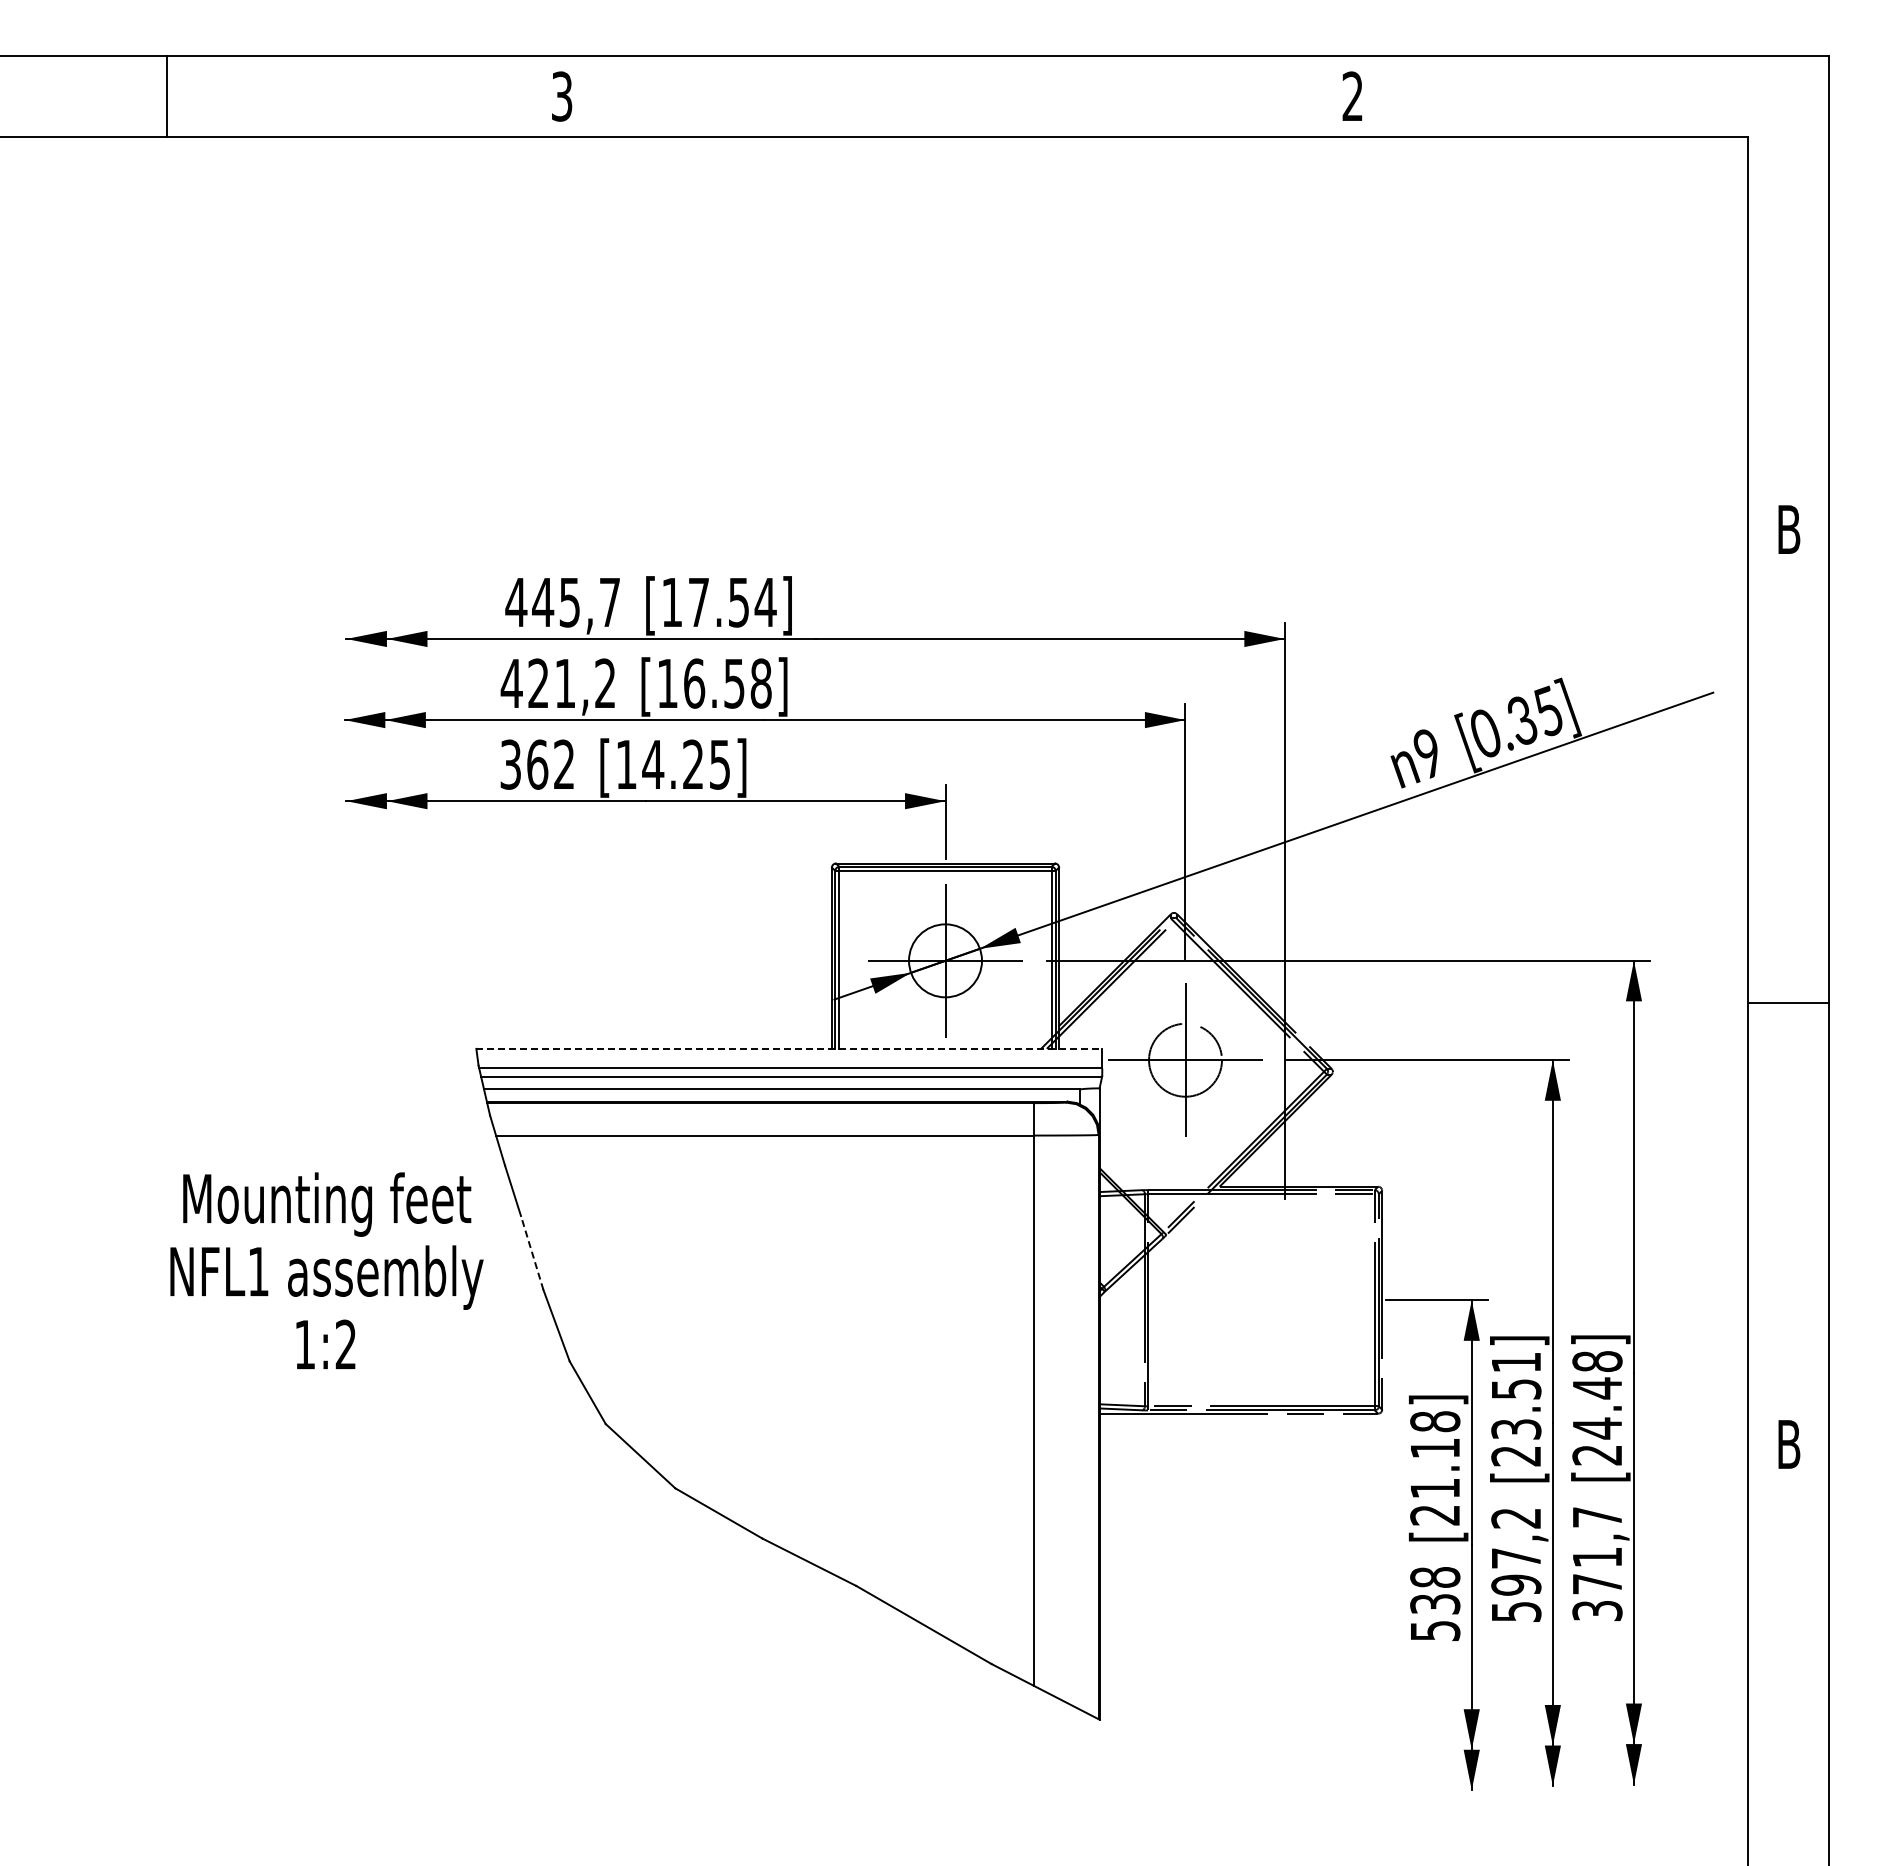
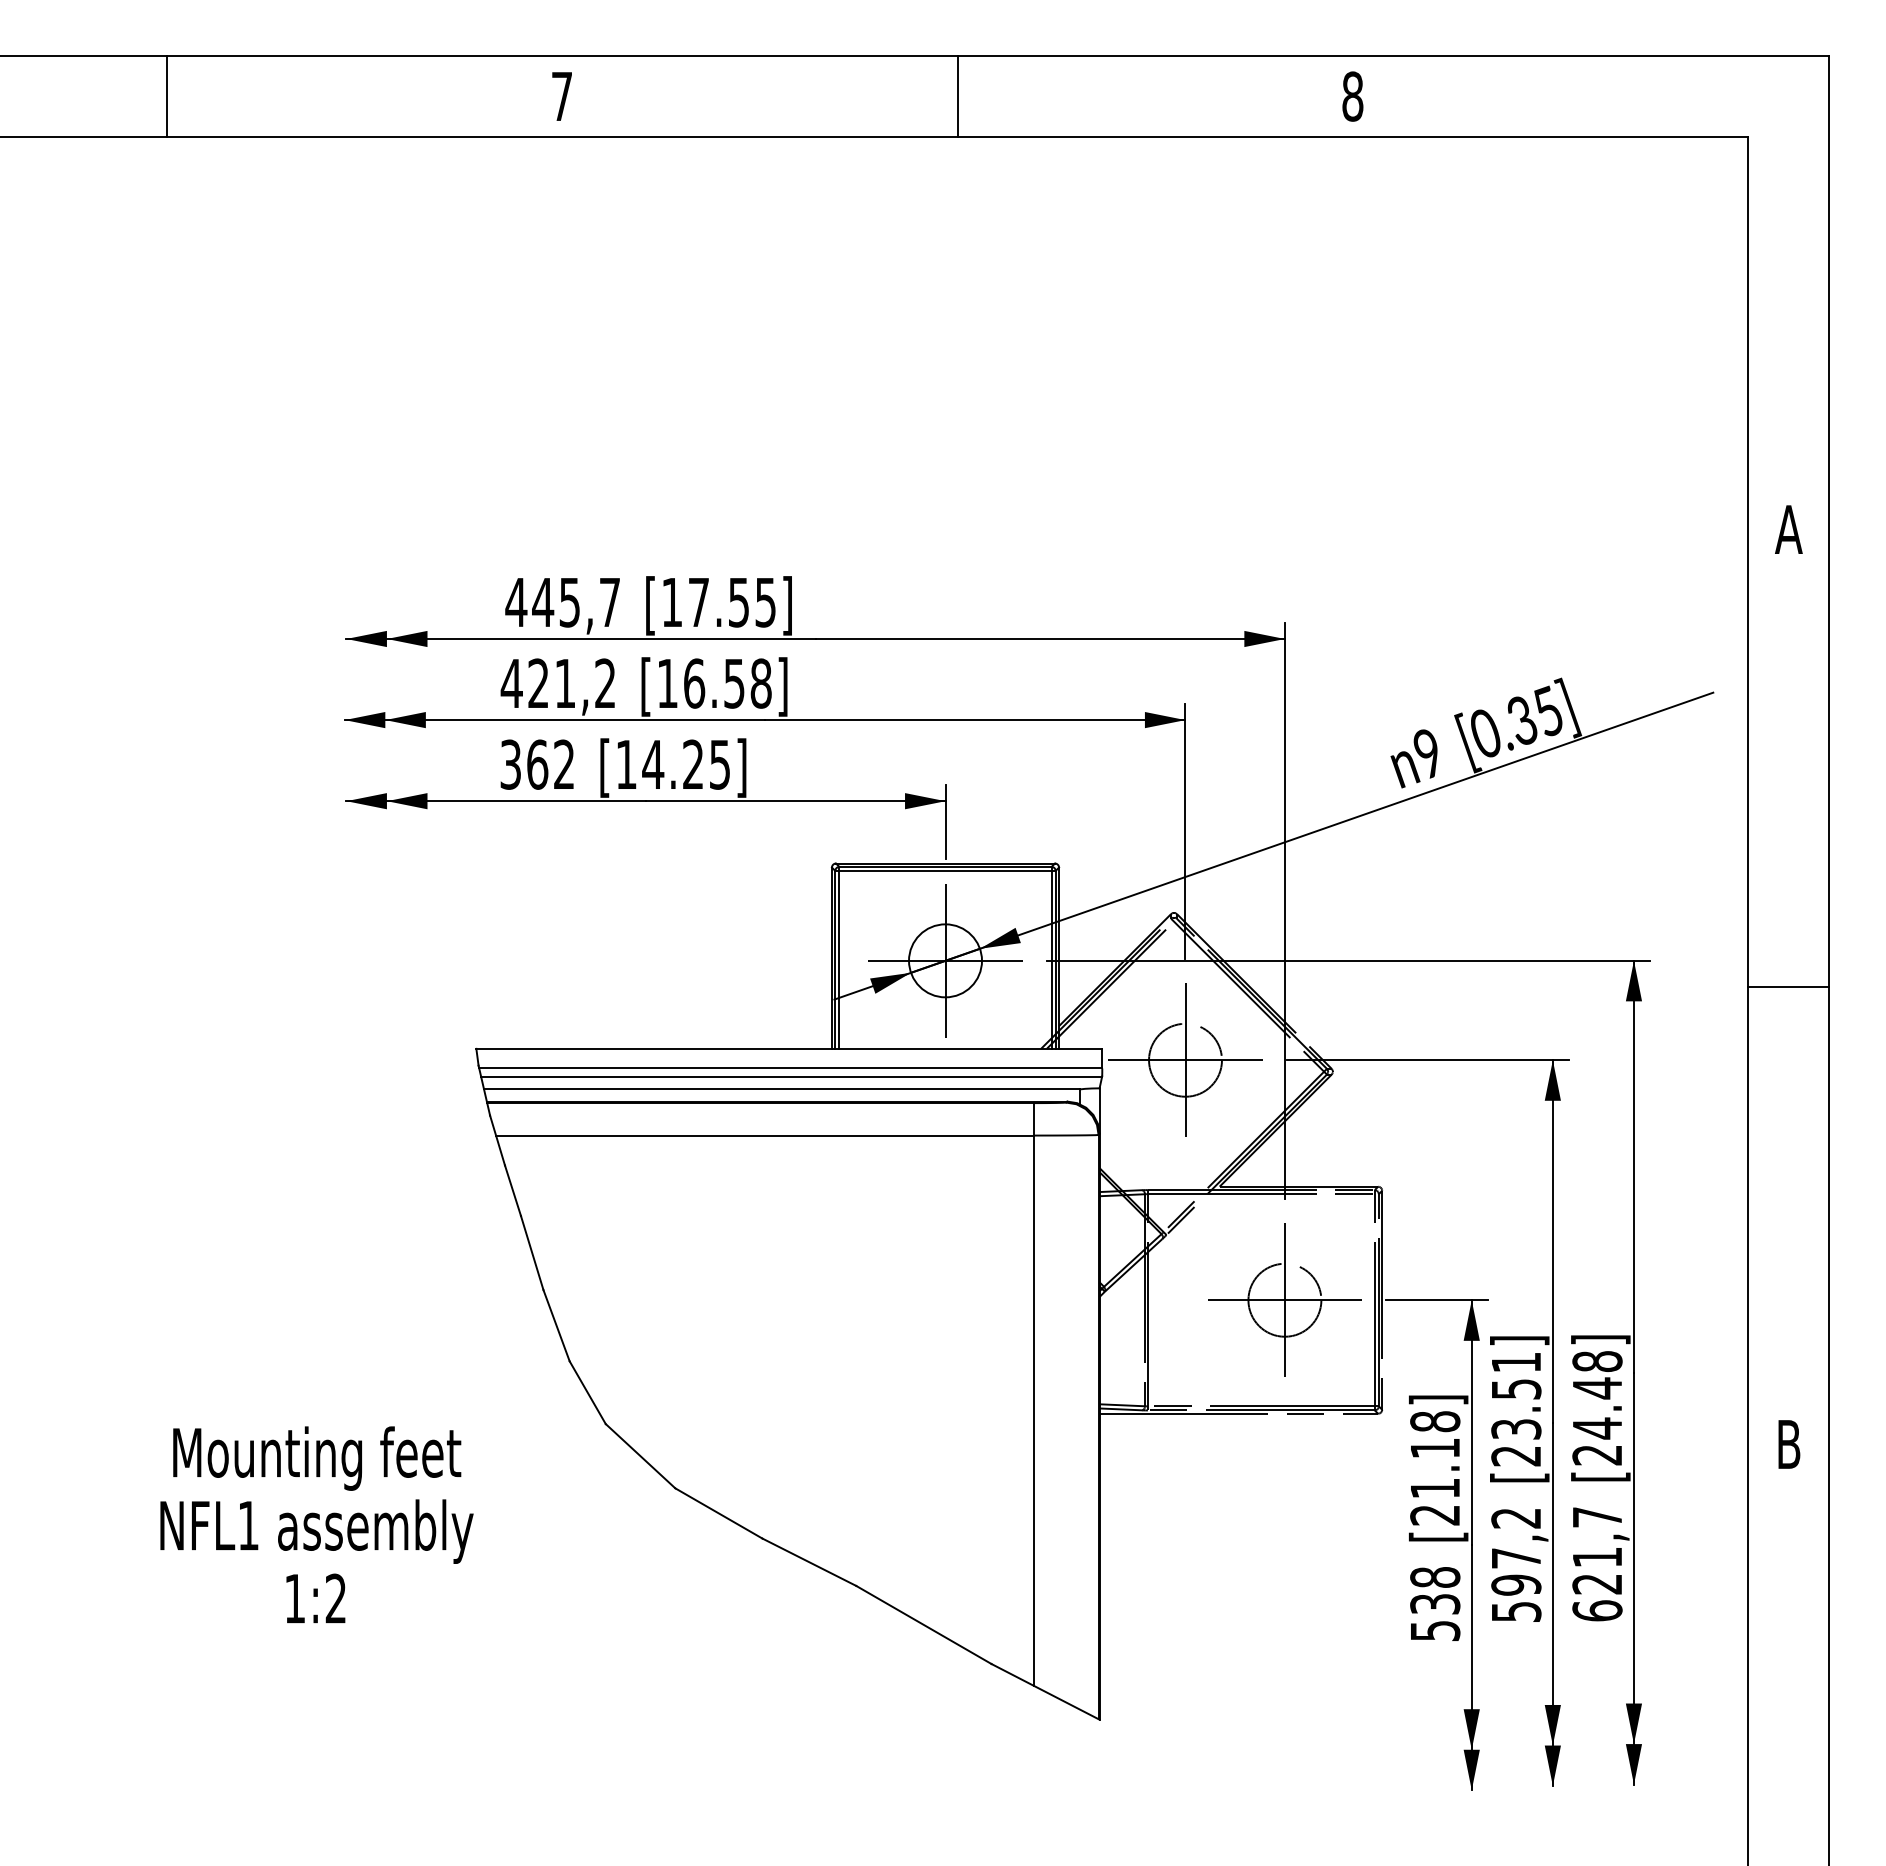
text at (562, 96): 3 -> 7
line at (957, 96): none -> present
text at (1352, 96): 2 -> 8
text at (1788, 529): B -> A
text at (765, 602): [17.54] -> [17.55]
line at (1788, 1003) position: (1788, 1003) -> (1788, 987)
line at (789, 1048): dashed -> solid
line at (532, 1252): dashed -> solid
text at (326, 1270) position: (326, 1270) -> (316, 1524)
part at (1284, 1299): none -> present
text at (1597, 1597): 371,7 -> 621,7
